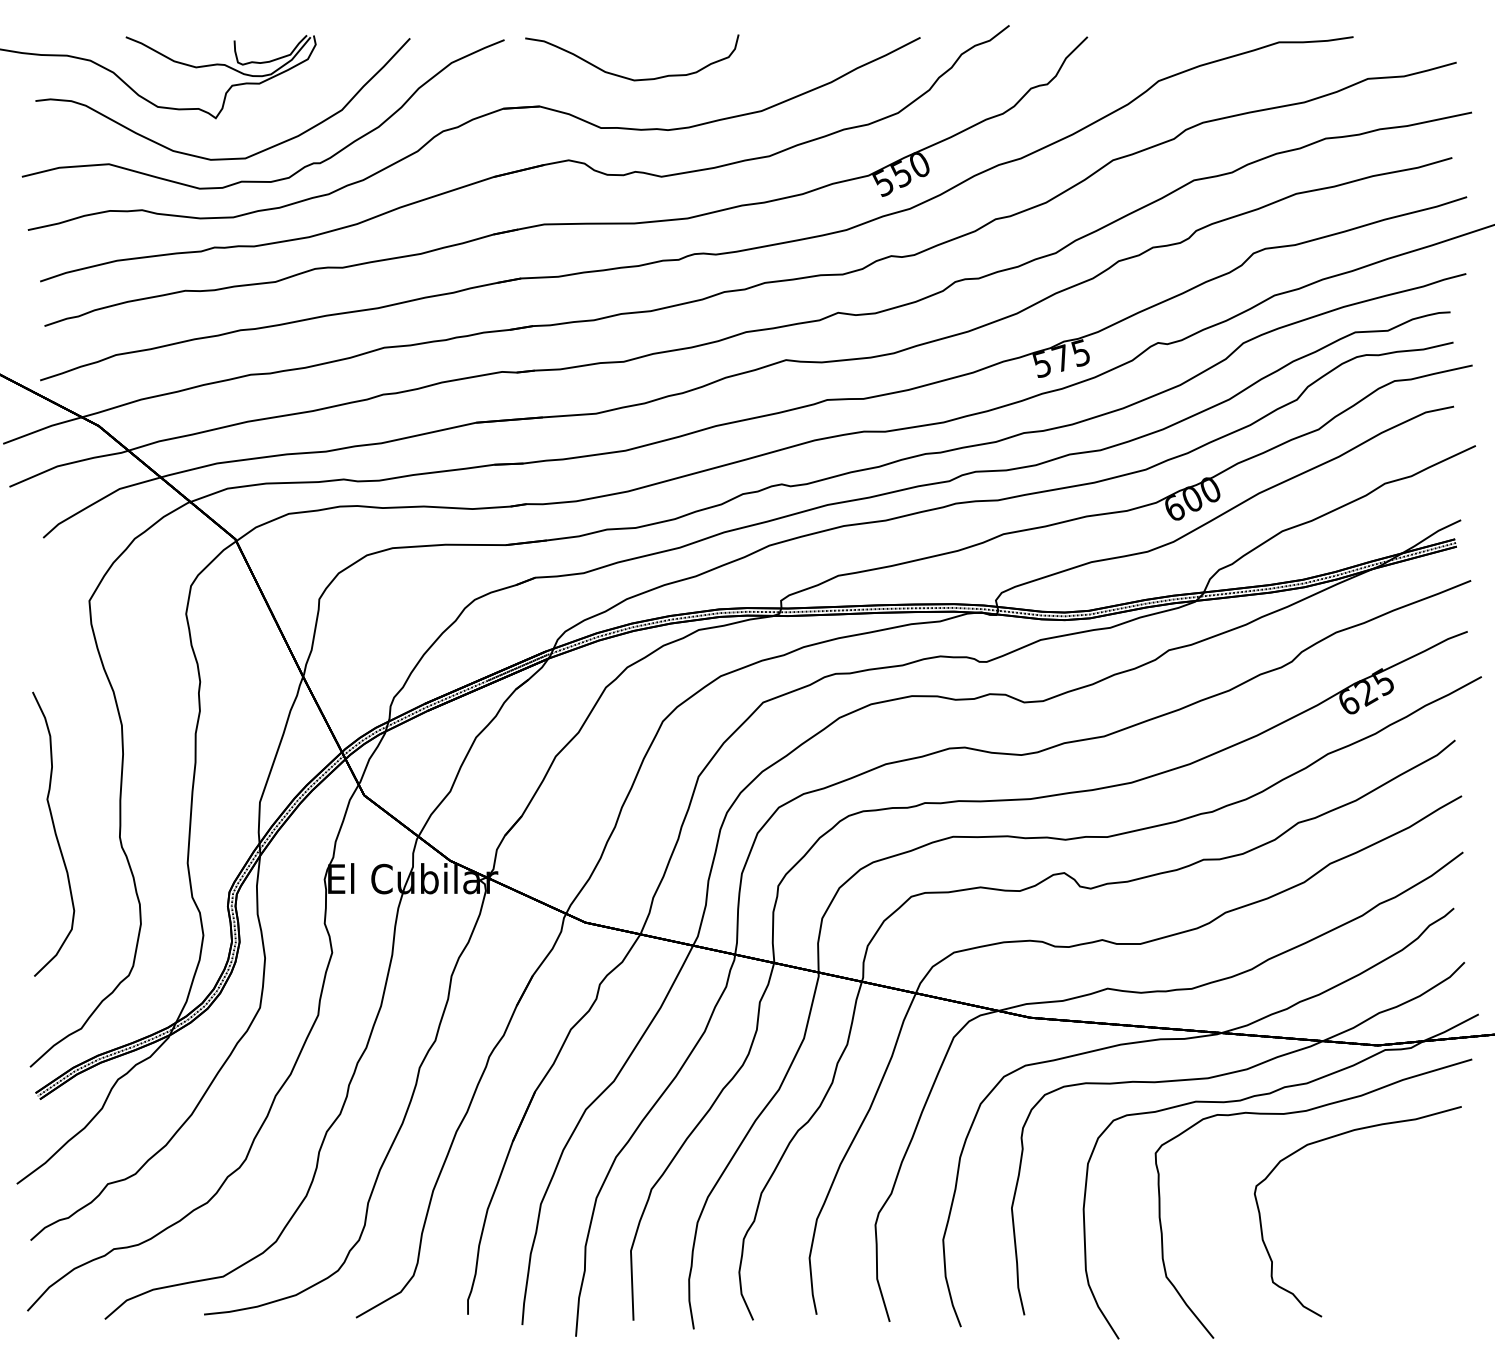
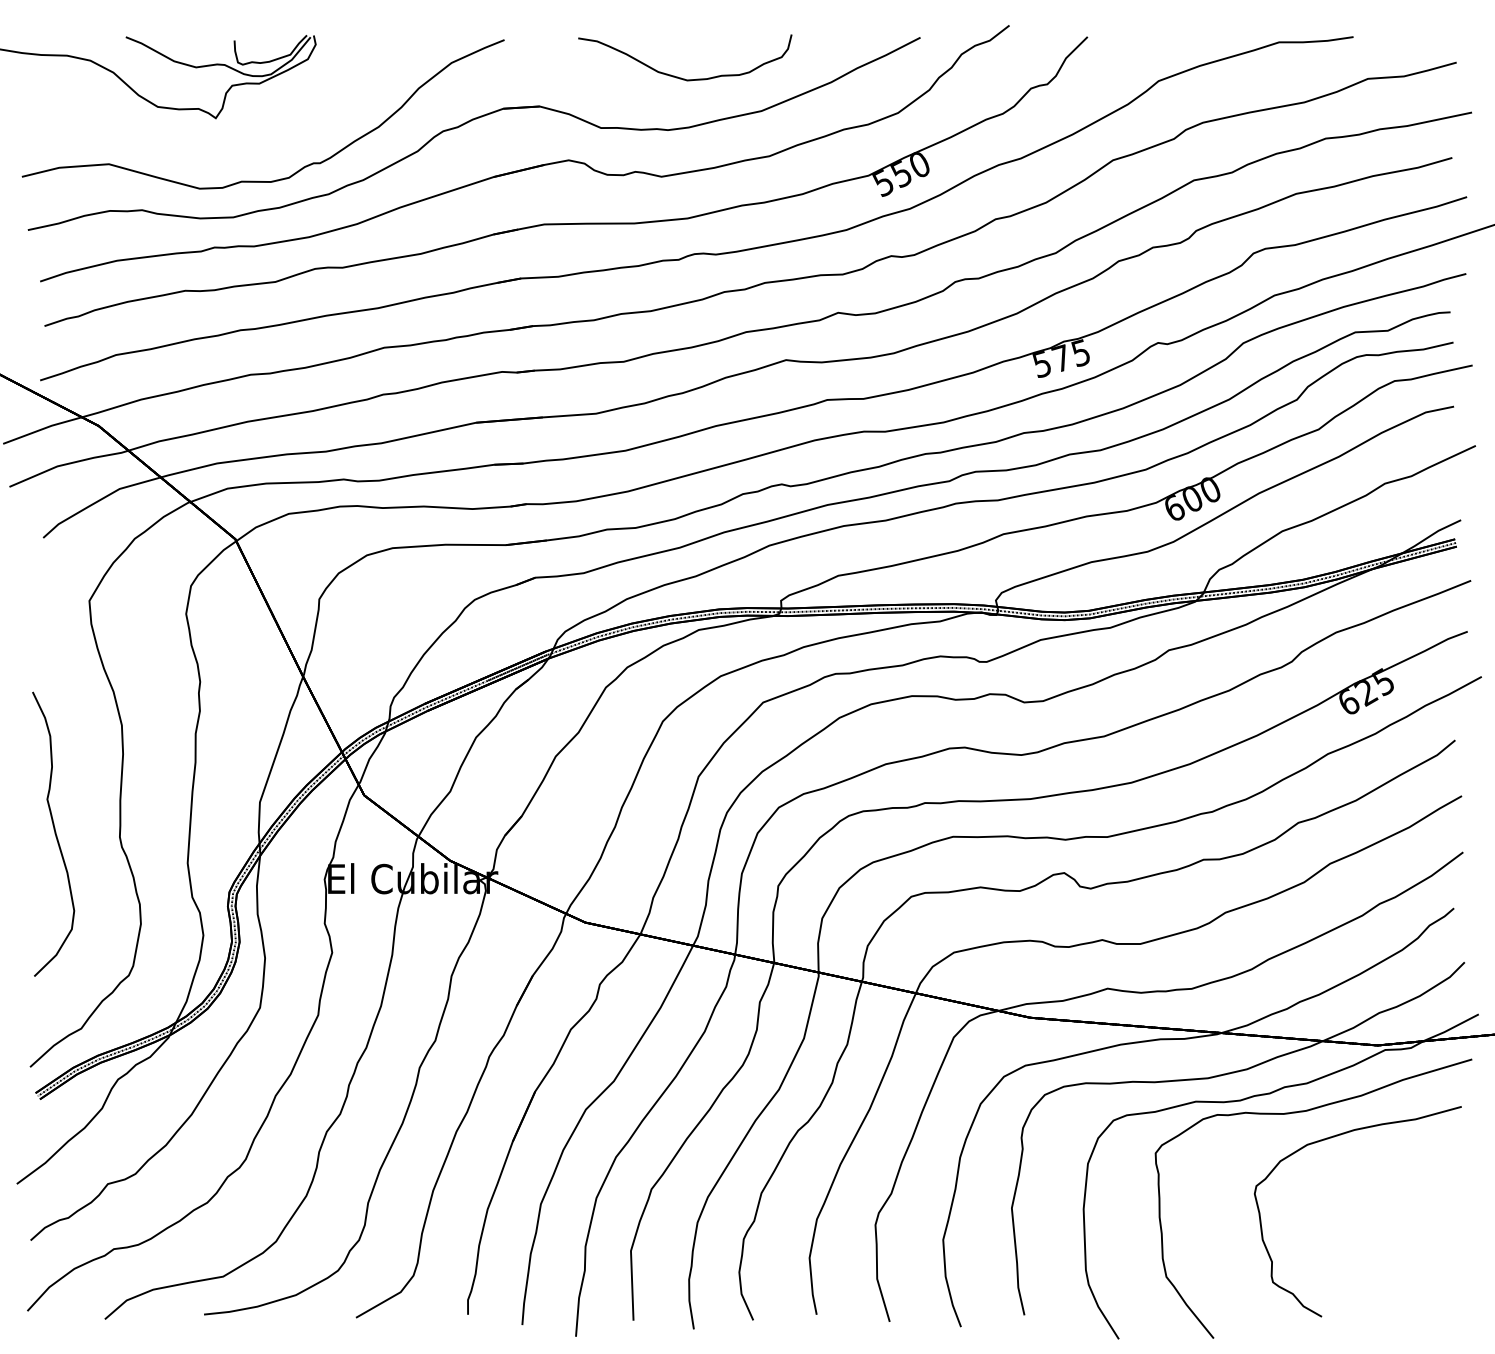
part at (628, 77) position: (628, 77) -> (681, 77)
part at (222, 158): present -> none
